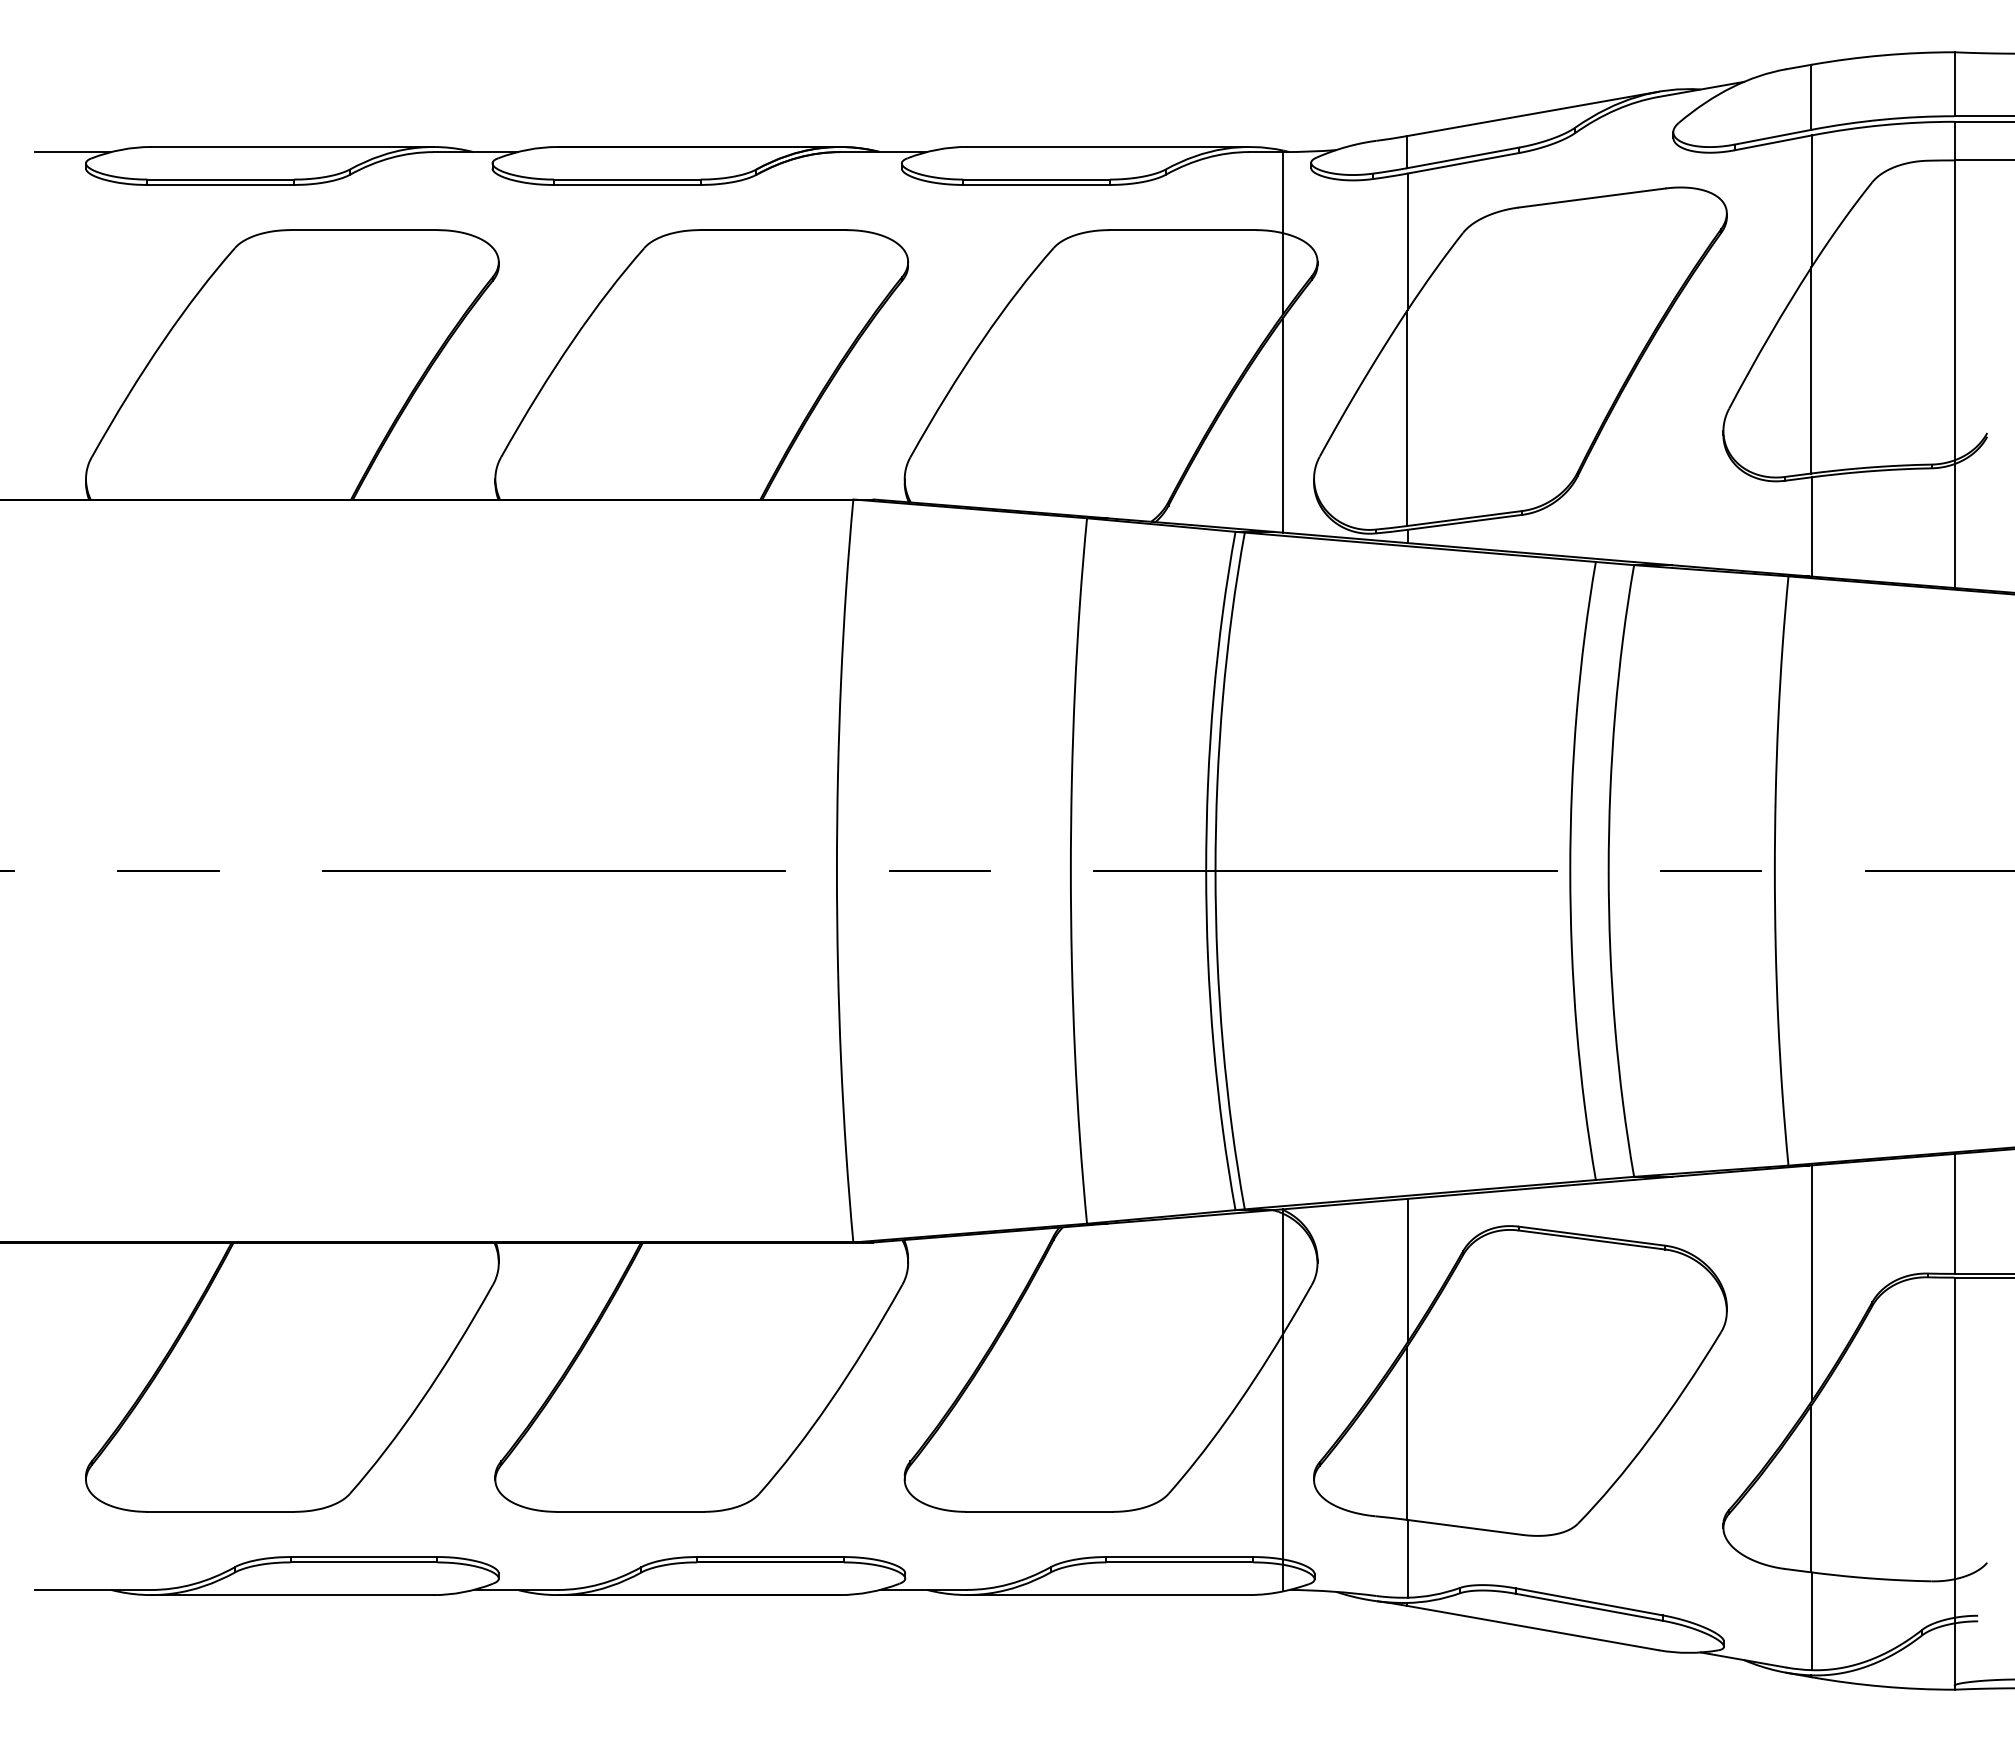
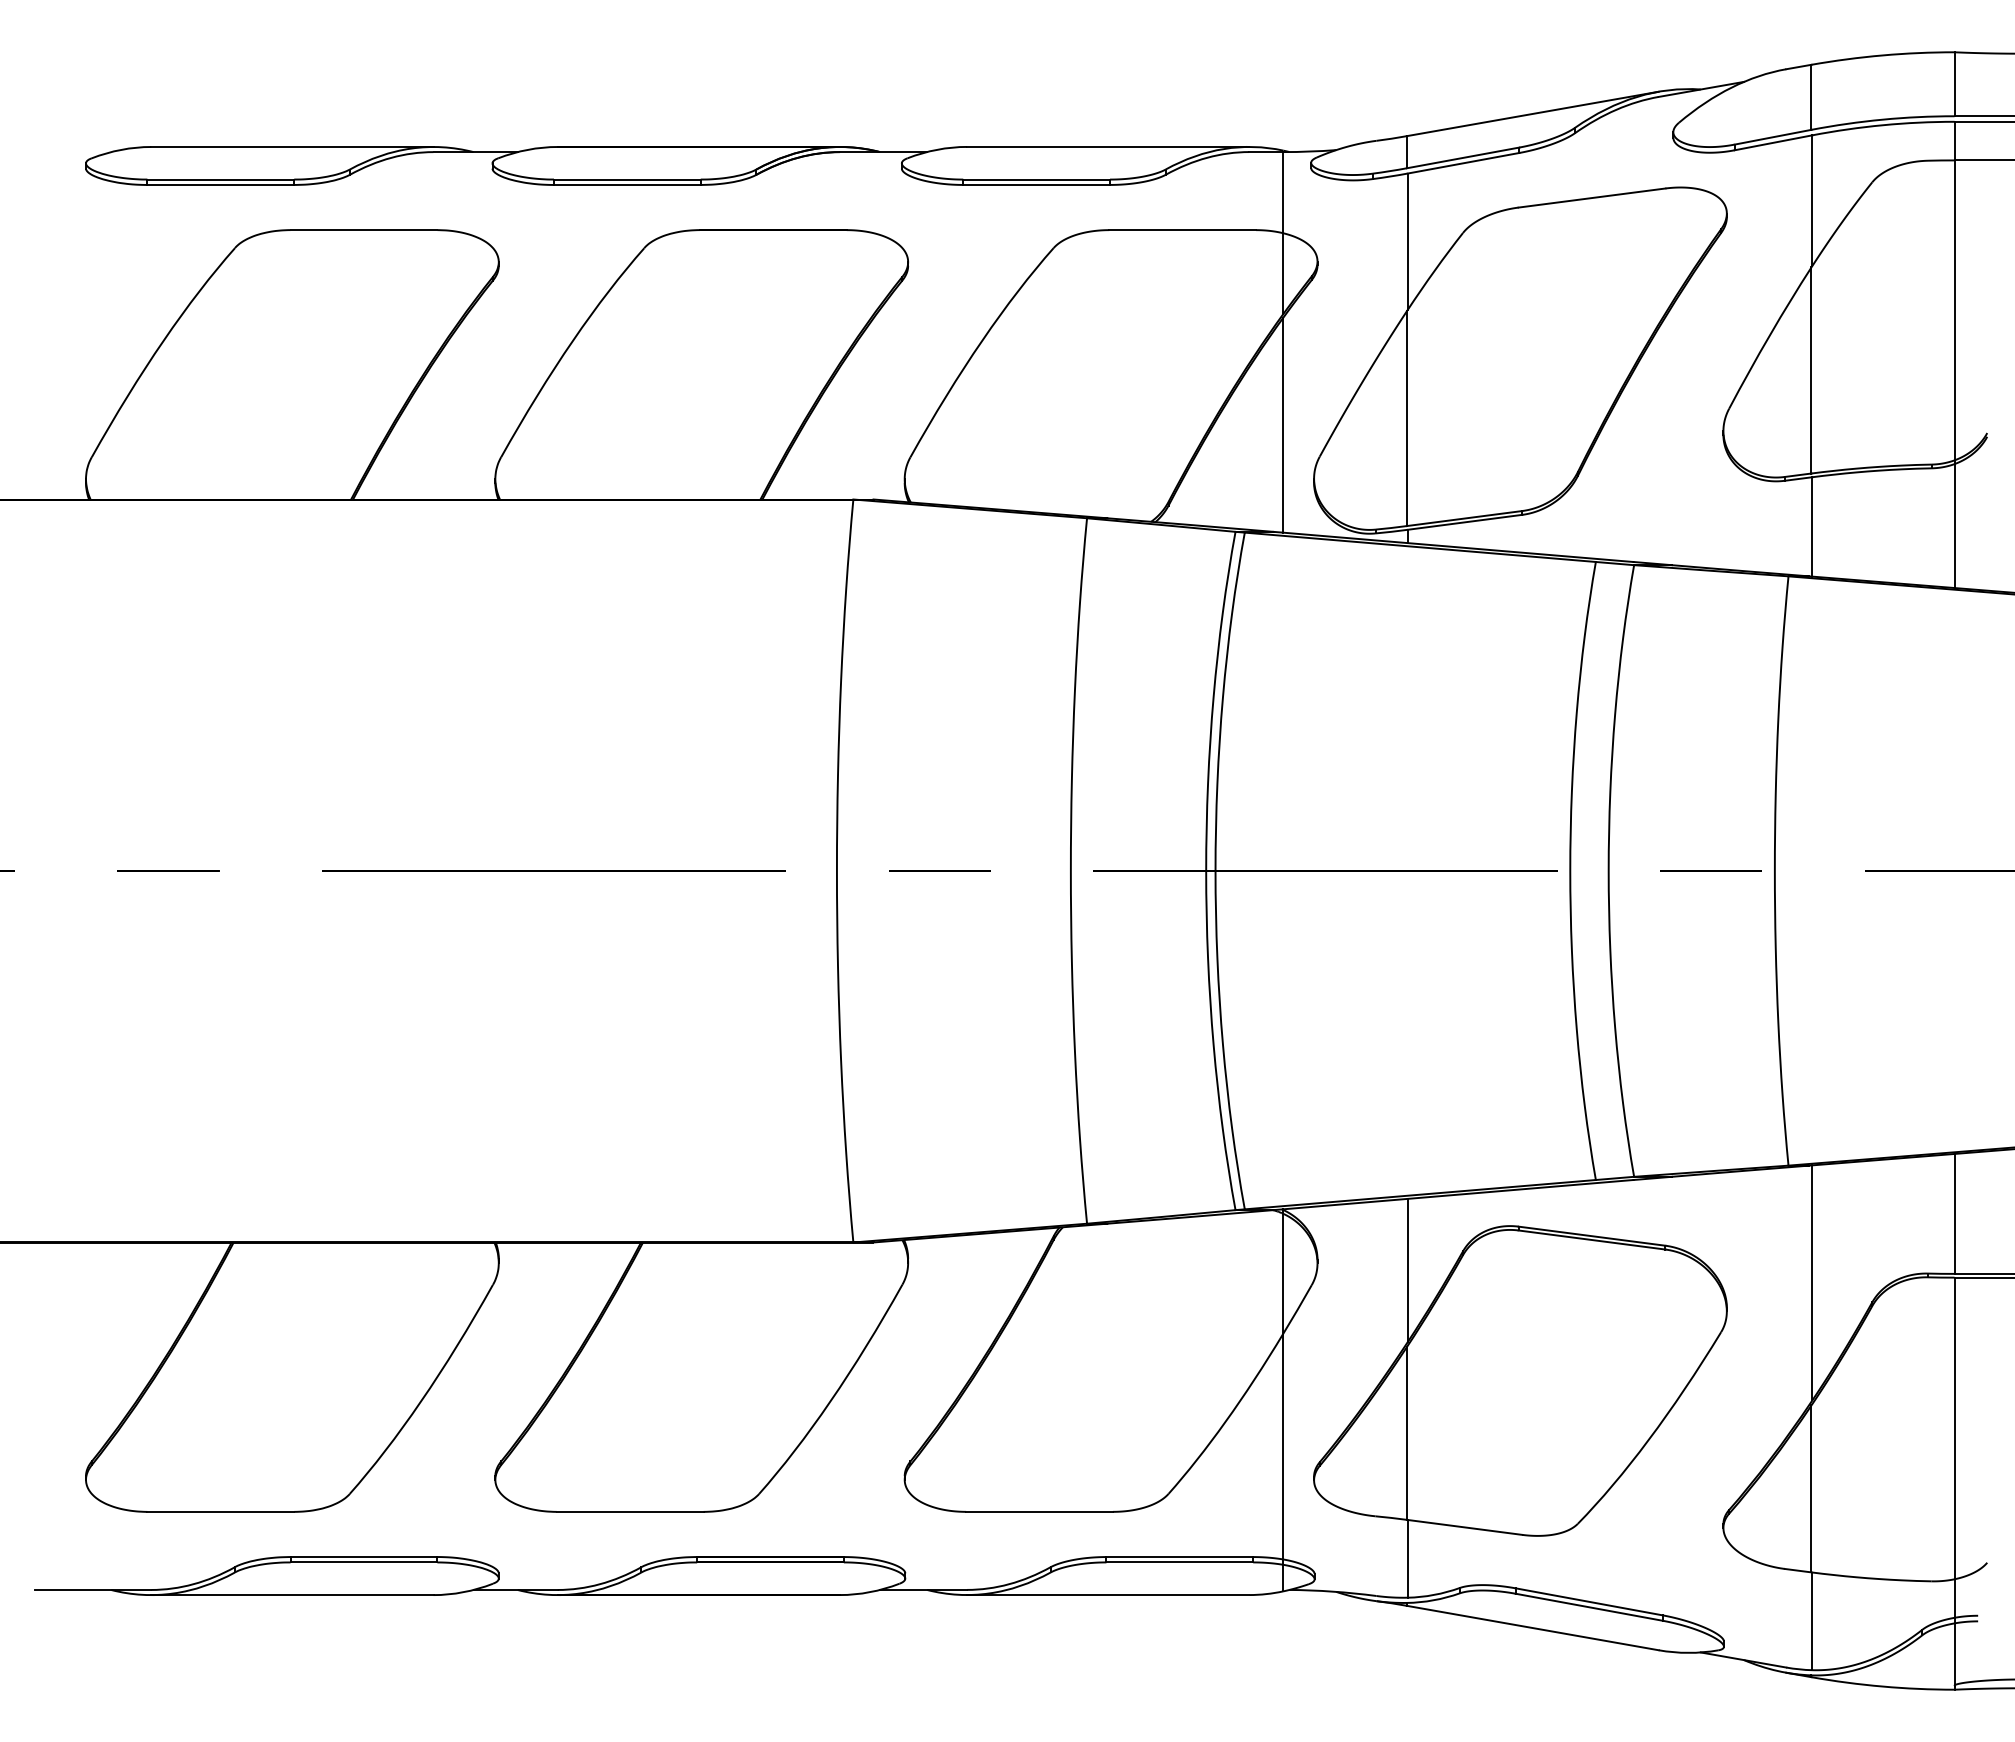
line at (72, 152): present -> none
